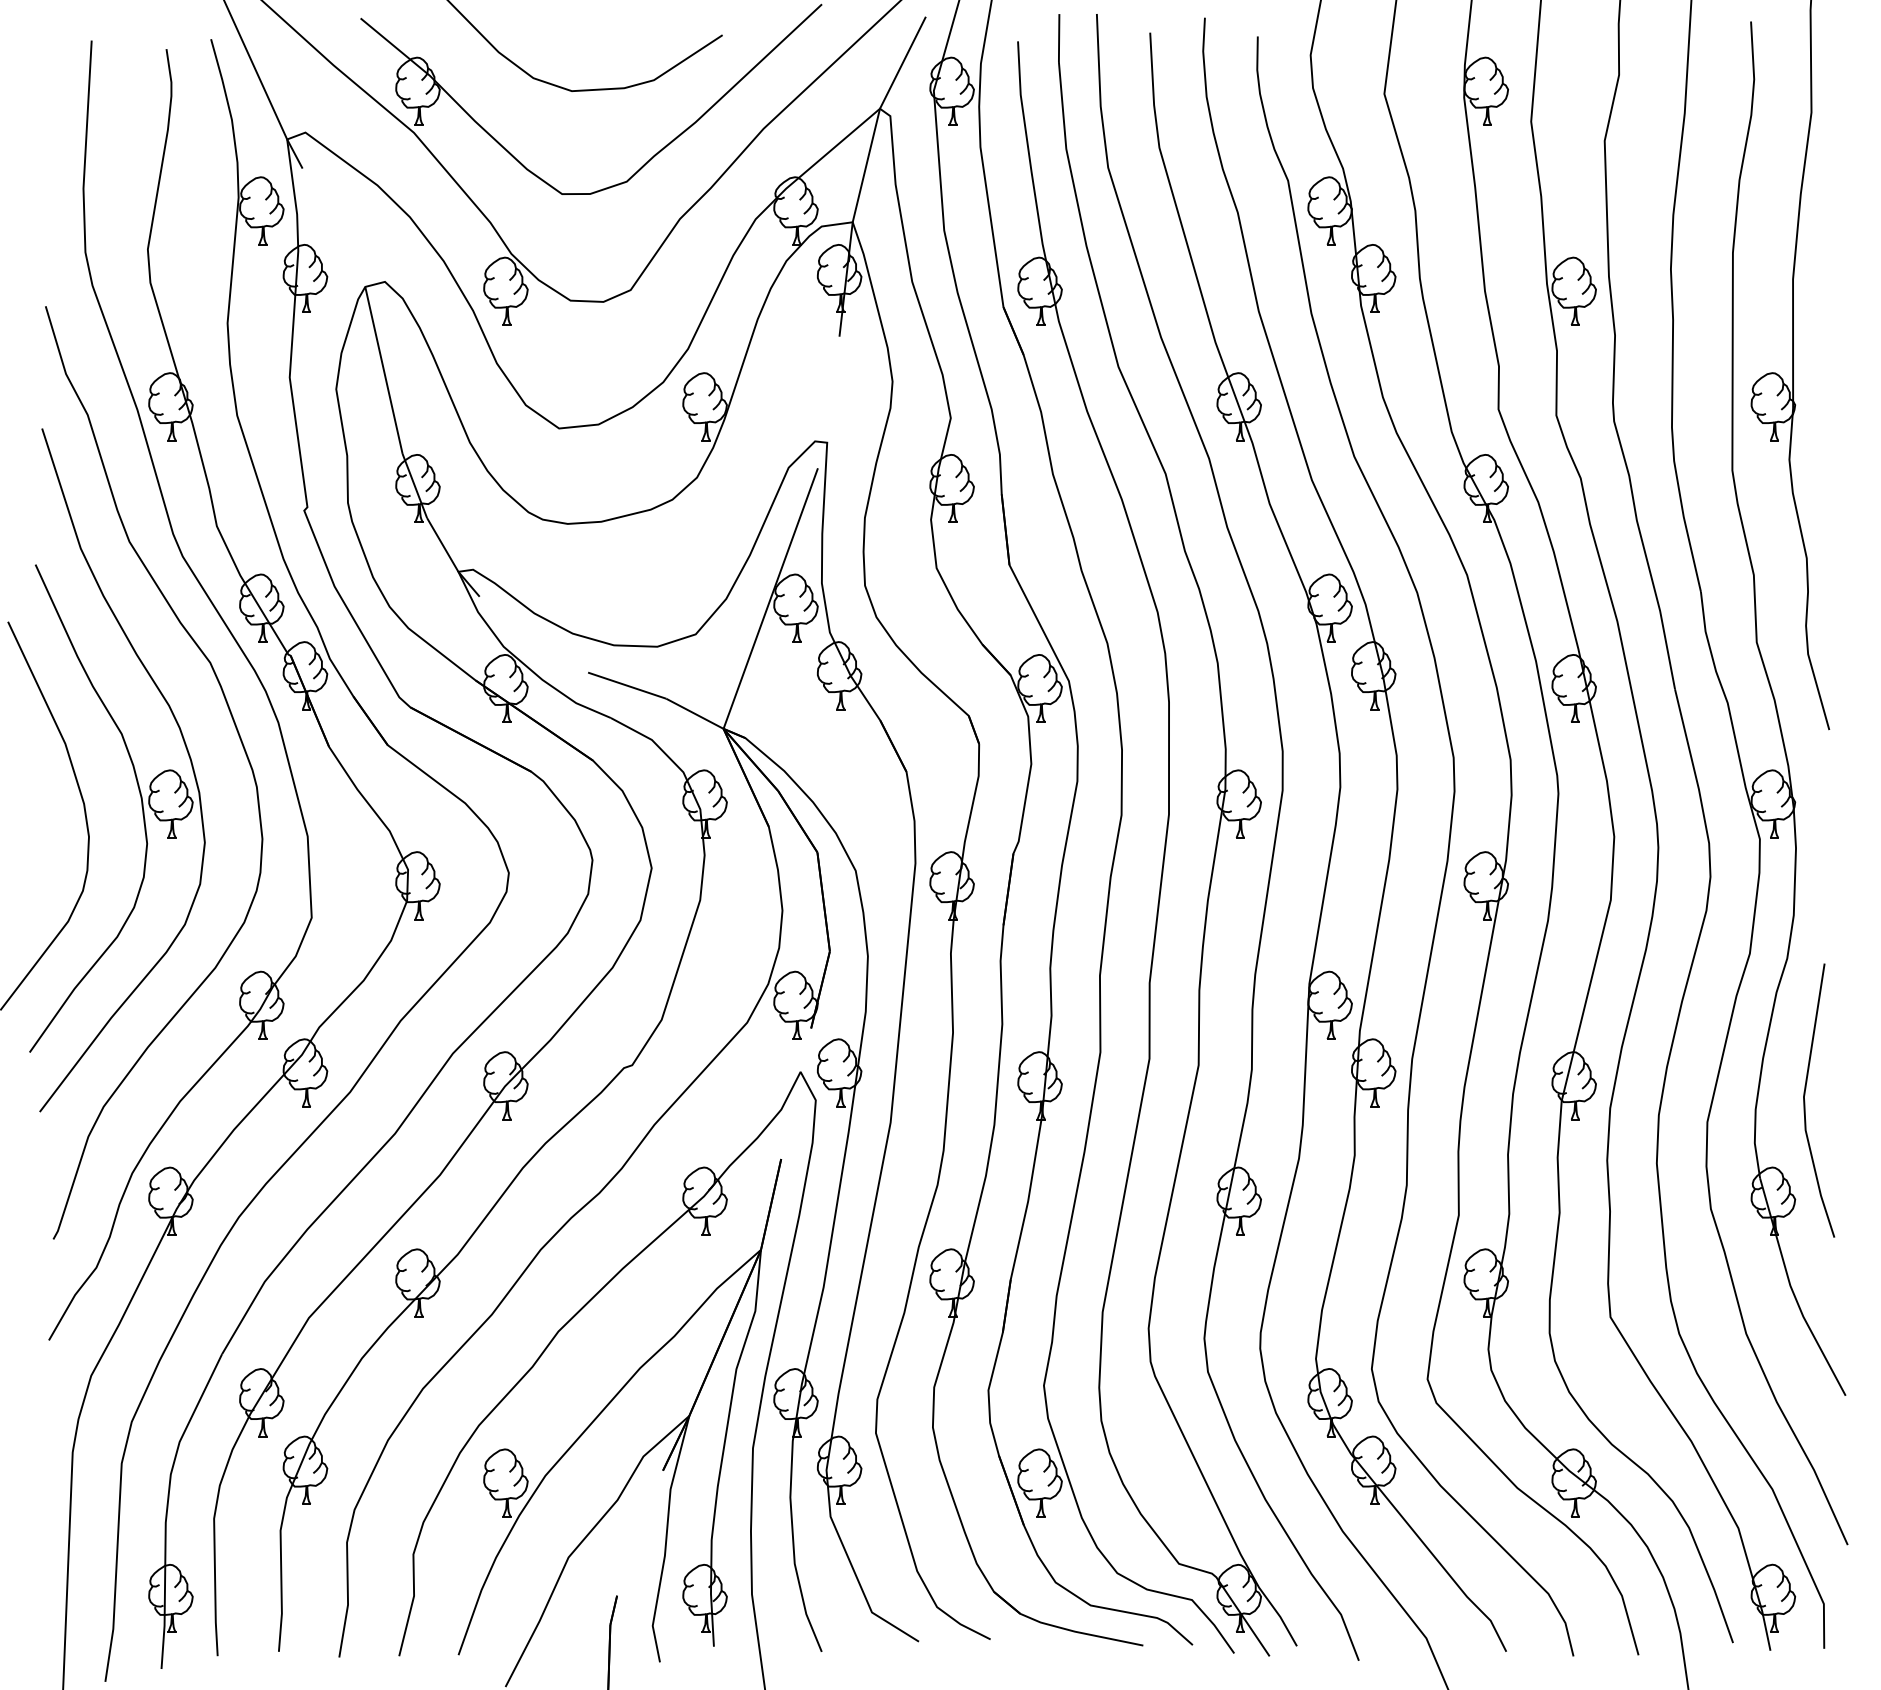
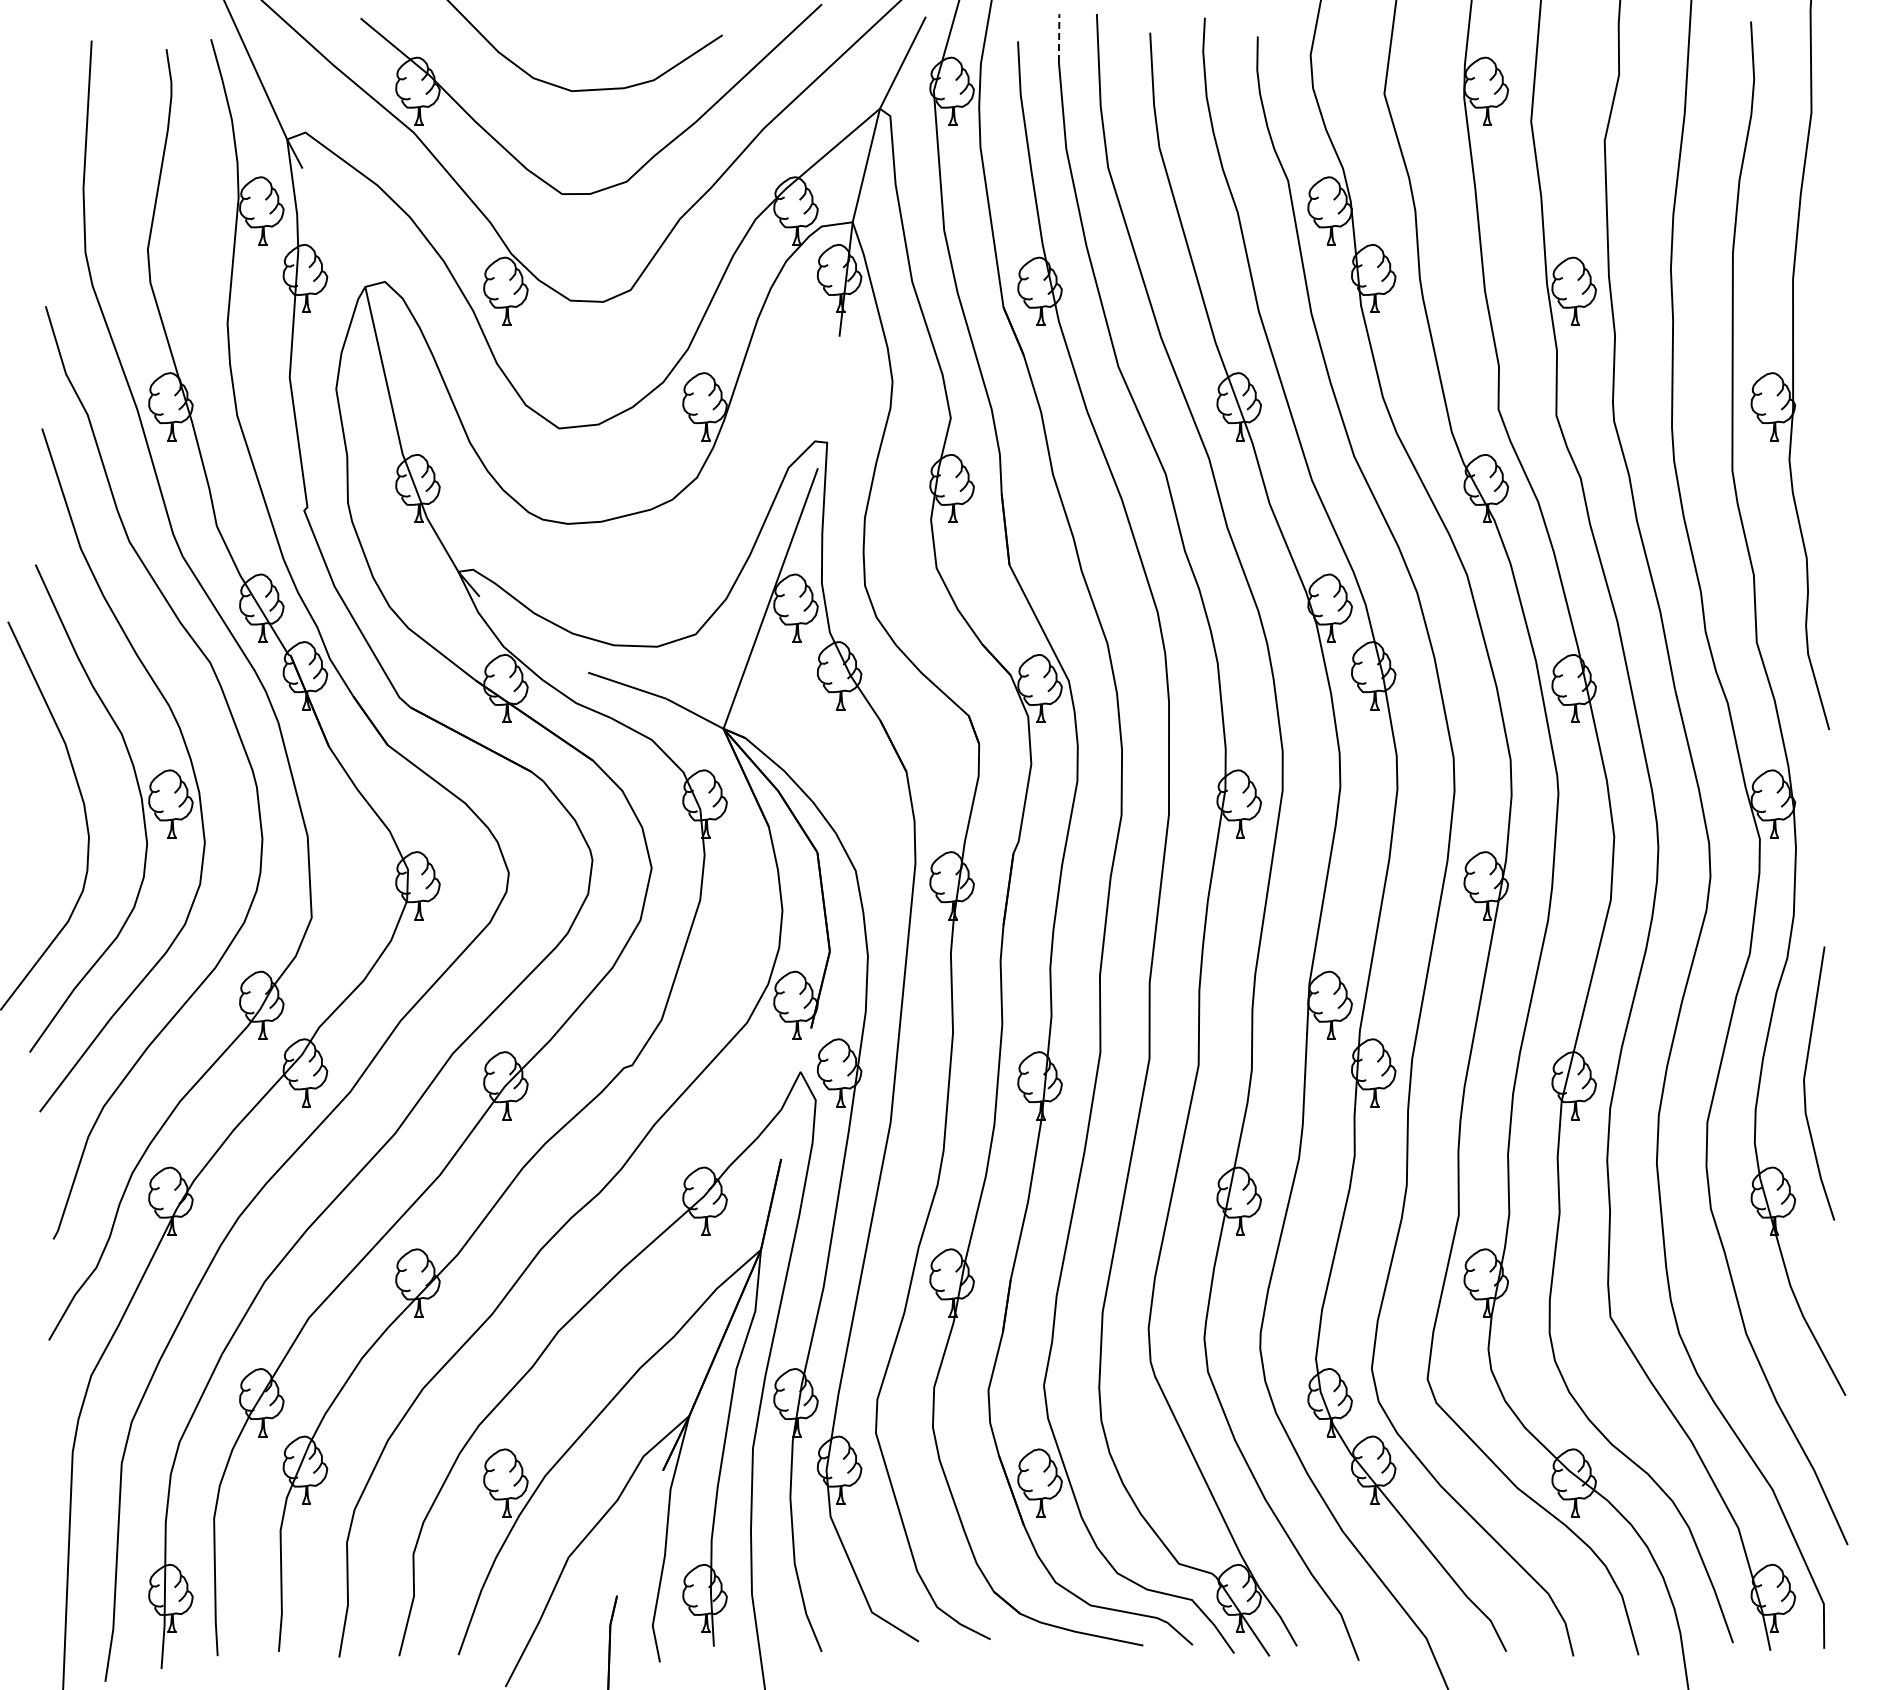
line at (1059, 38): solid -> dashed
line at (1805, 1101) position: (1805, 1101) -> (1805, 1084)
